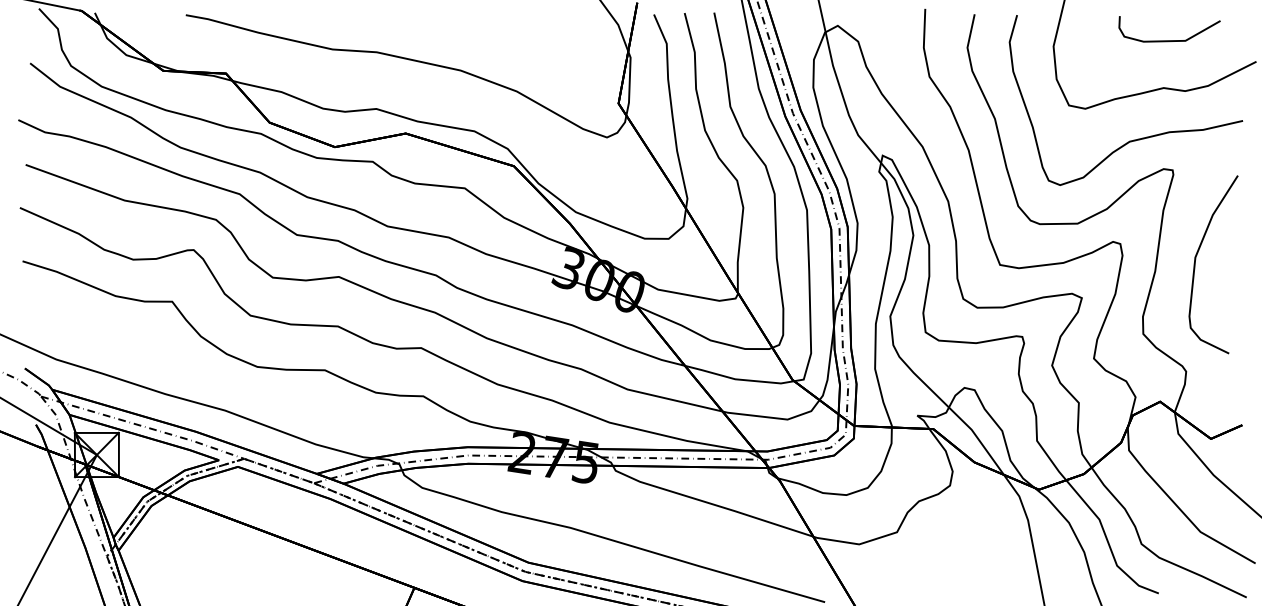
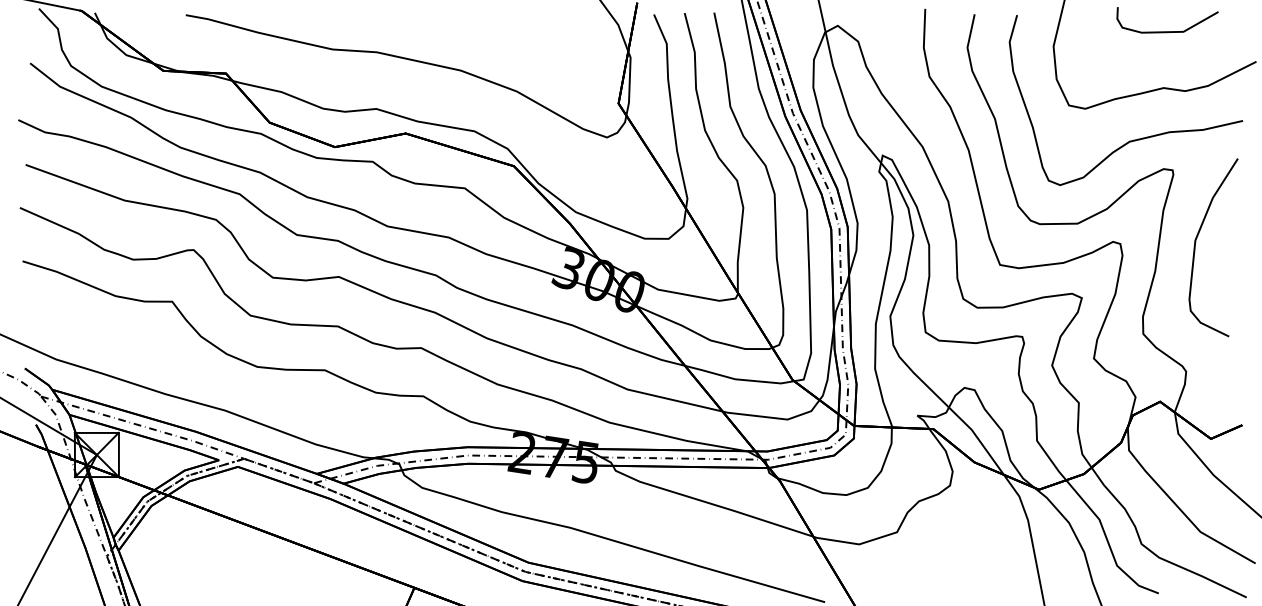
curve at (1169, 40) position: (1169, 40) -> (1167, 31)
curve at (1196, 259) position: (1196, 259) -> (1196, 242)
